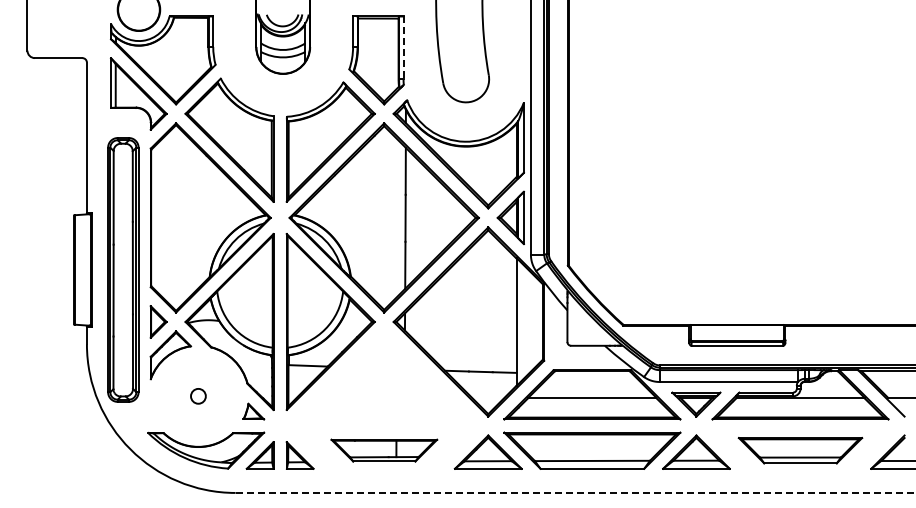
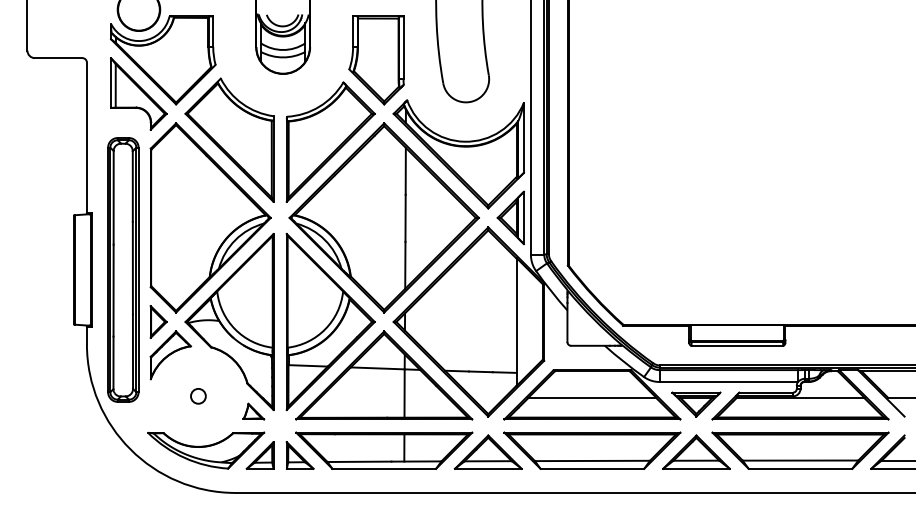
line at (403, 48): dashed -> solid
part at (384, 375): none -> present
part at (384, 450) size: 109x25 px -> 179x39 px
part at (800, 450) size: 127x28 px -> 179x39 px
line at (575, 492): dashed -> solid
